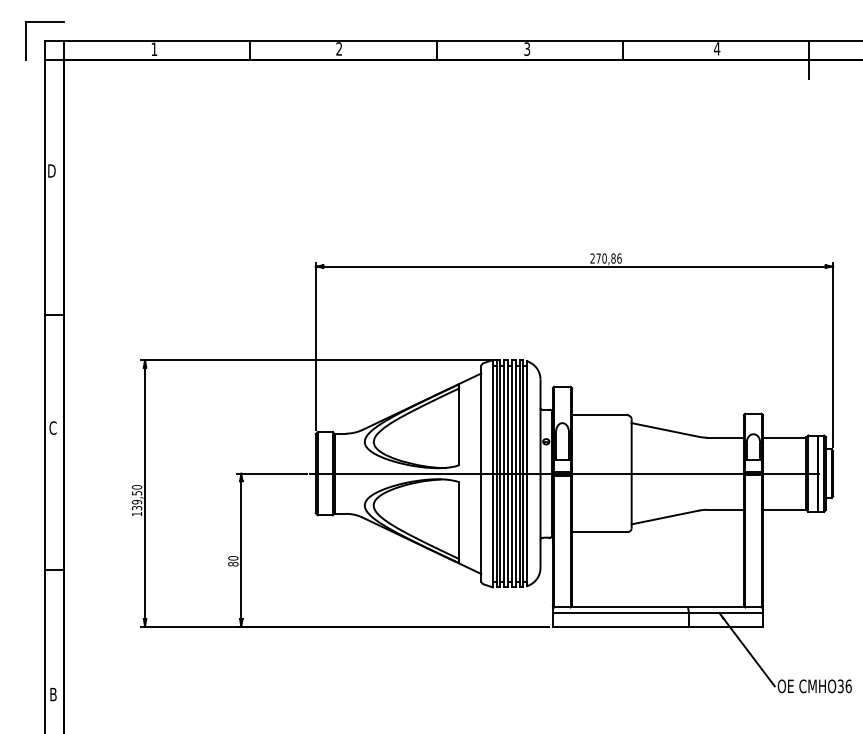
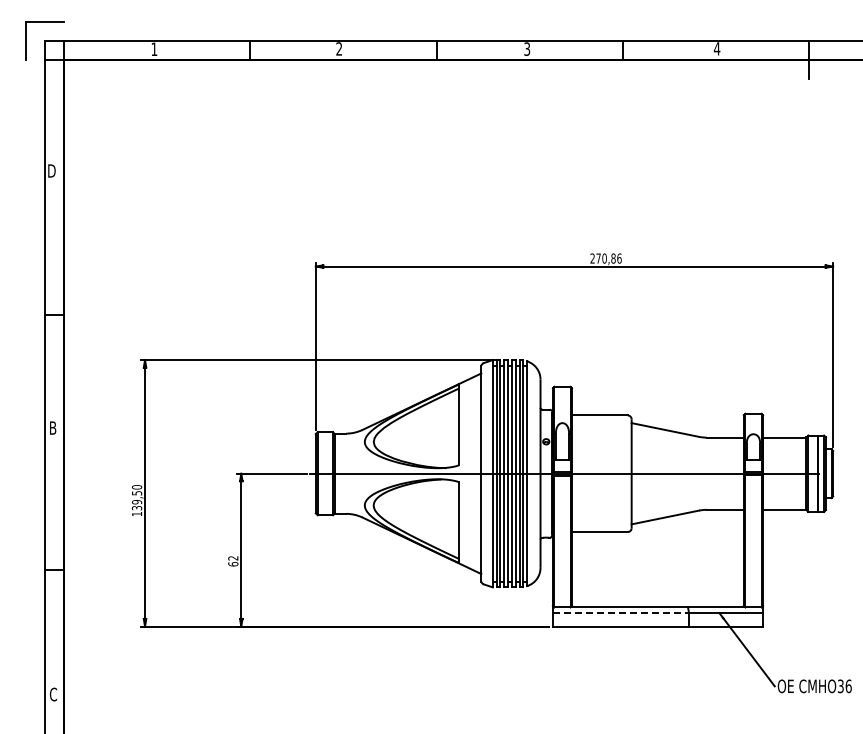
text at (52, 427): C -> B
text at (233, 561): 80 -> 62
line at (621, 613): solid -> dashed
text at (53, 694): B -> C
